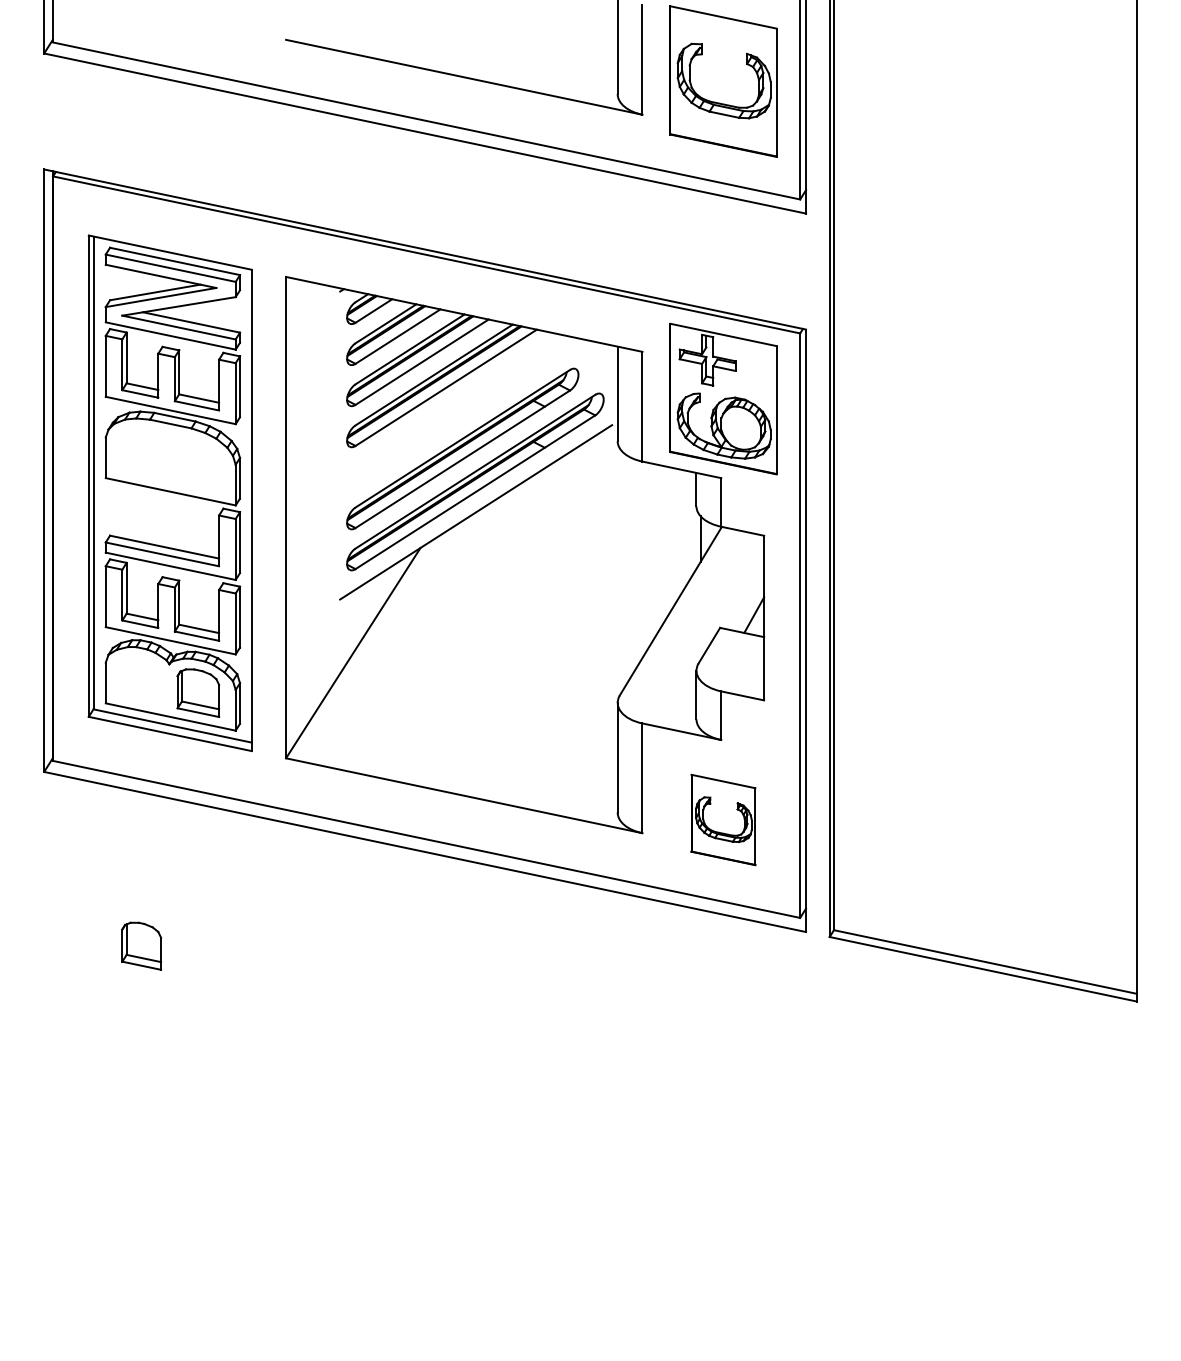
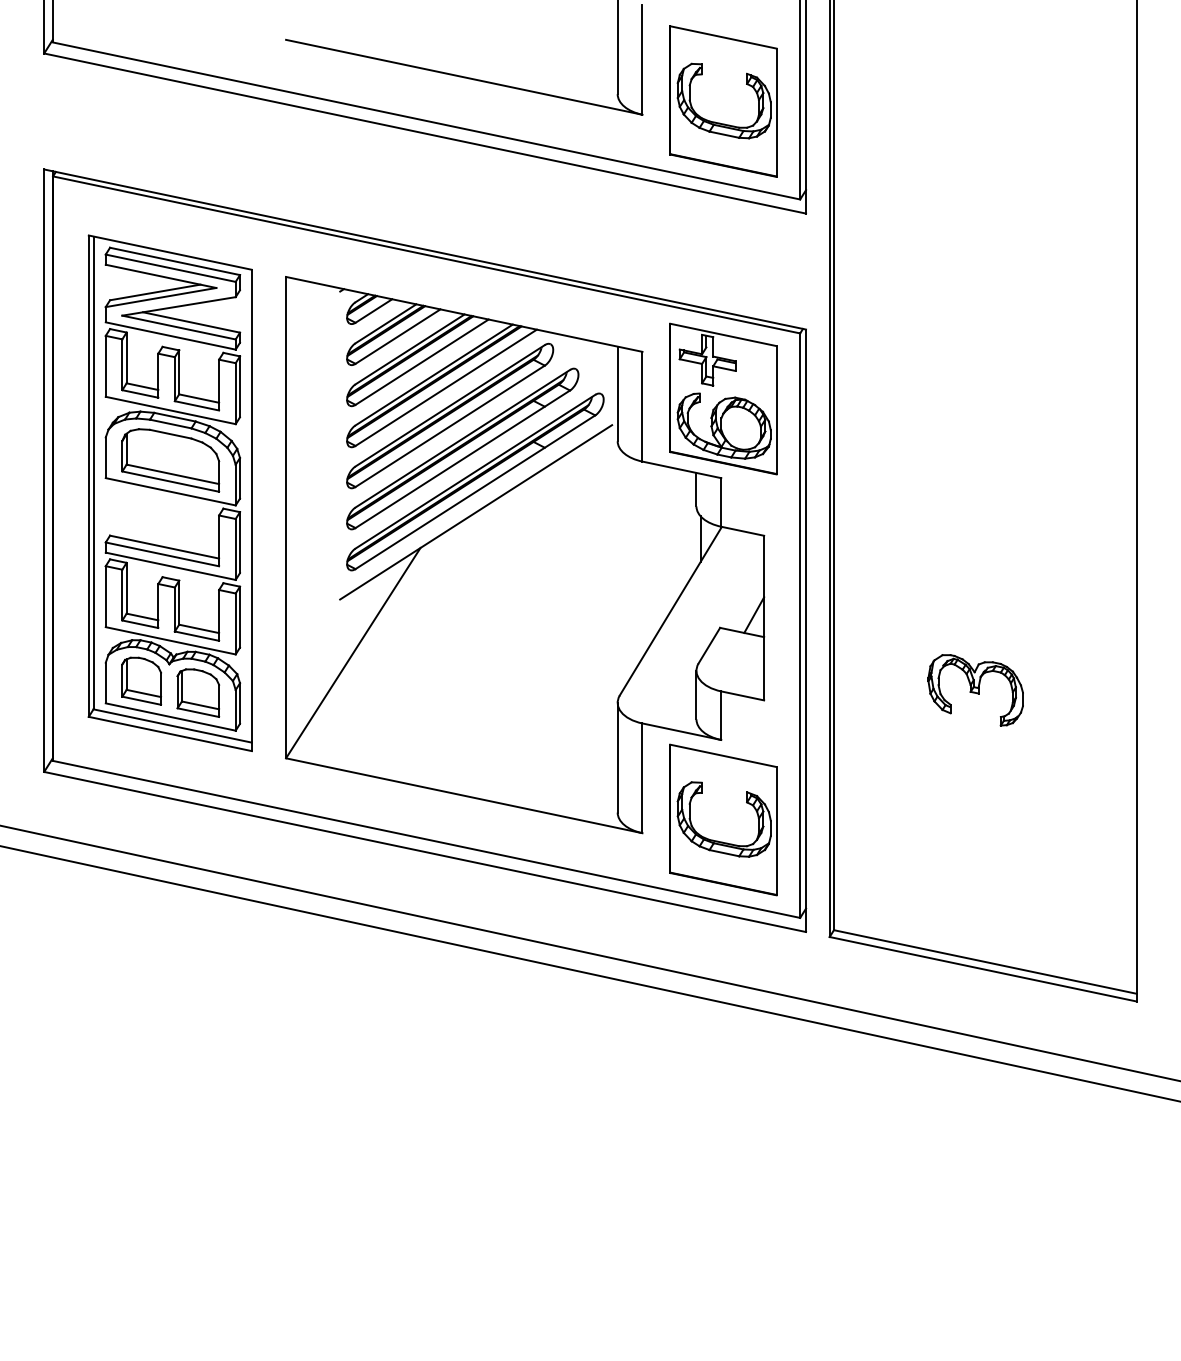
part at (723, 81) position: (723, 81) -> (723, 101)
part at (450, 415): none -> present
part at (170, 460): none -> present
part at (975, 690): none -> present
part at (723, 819) size: 67x94 px -> 109x154 px
part at (141, 945) position: (141, 945) -> (141, 680)
line at (589, 953): none -> present
line at (589, 973): none -> present
